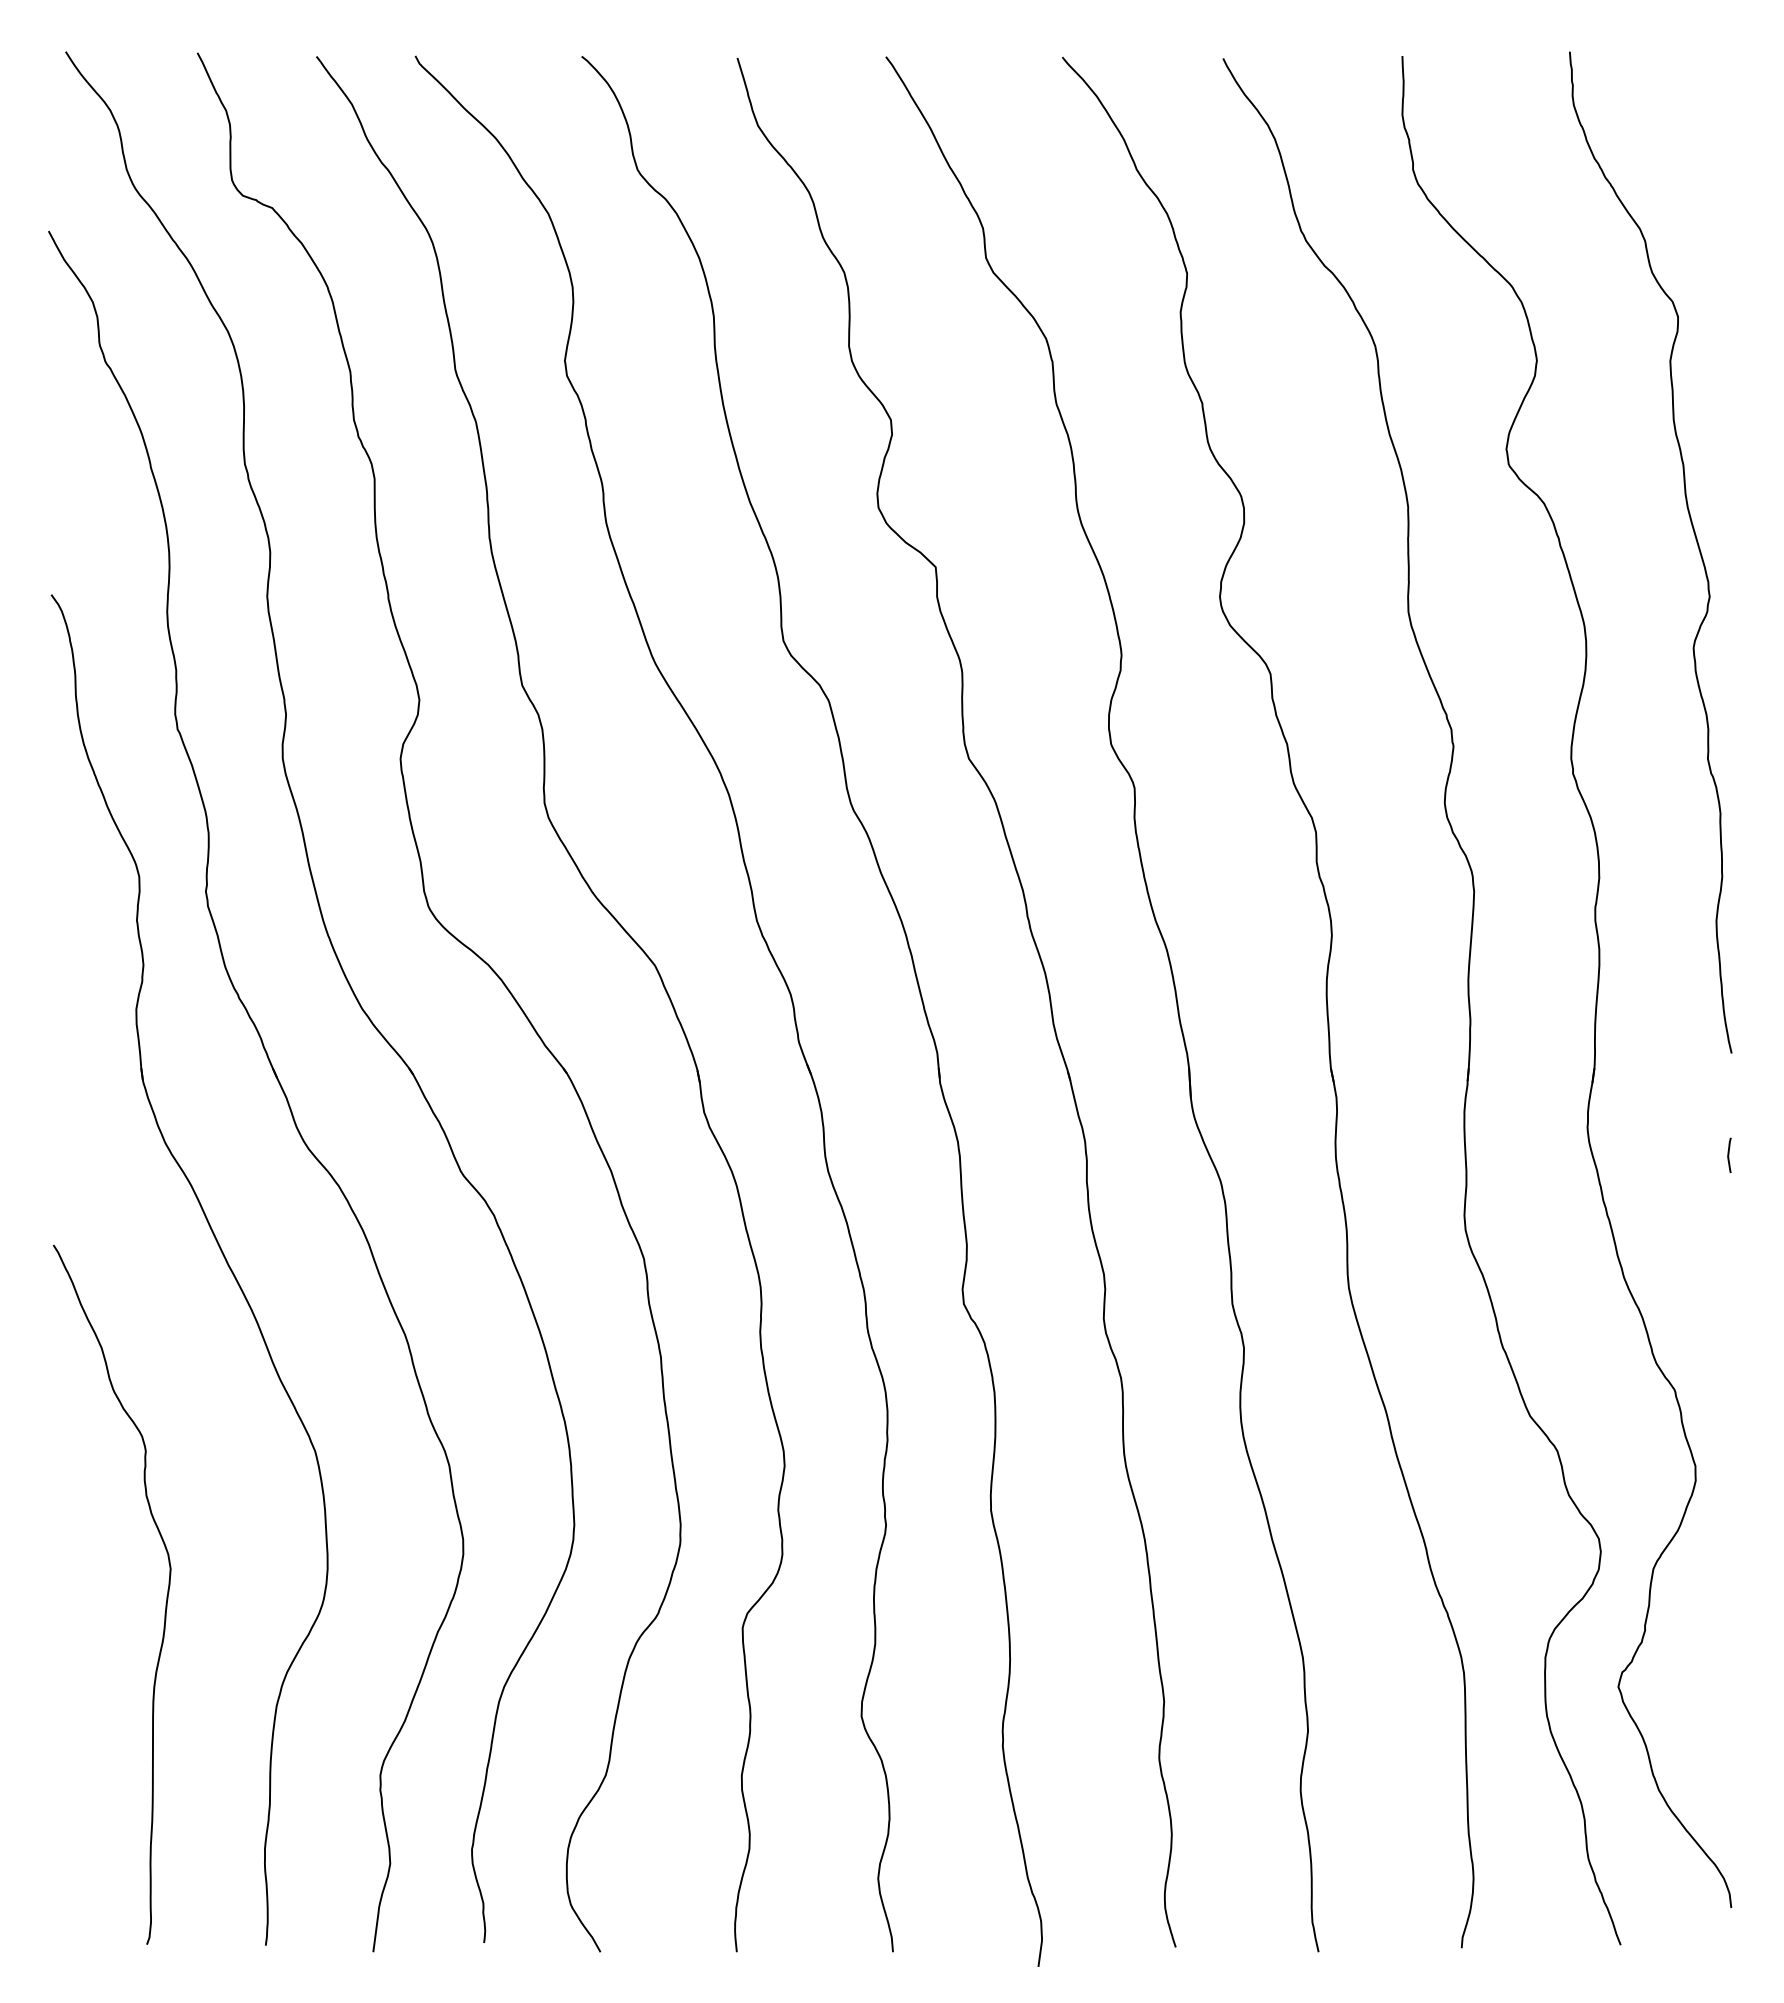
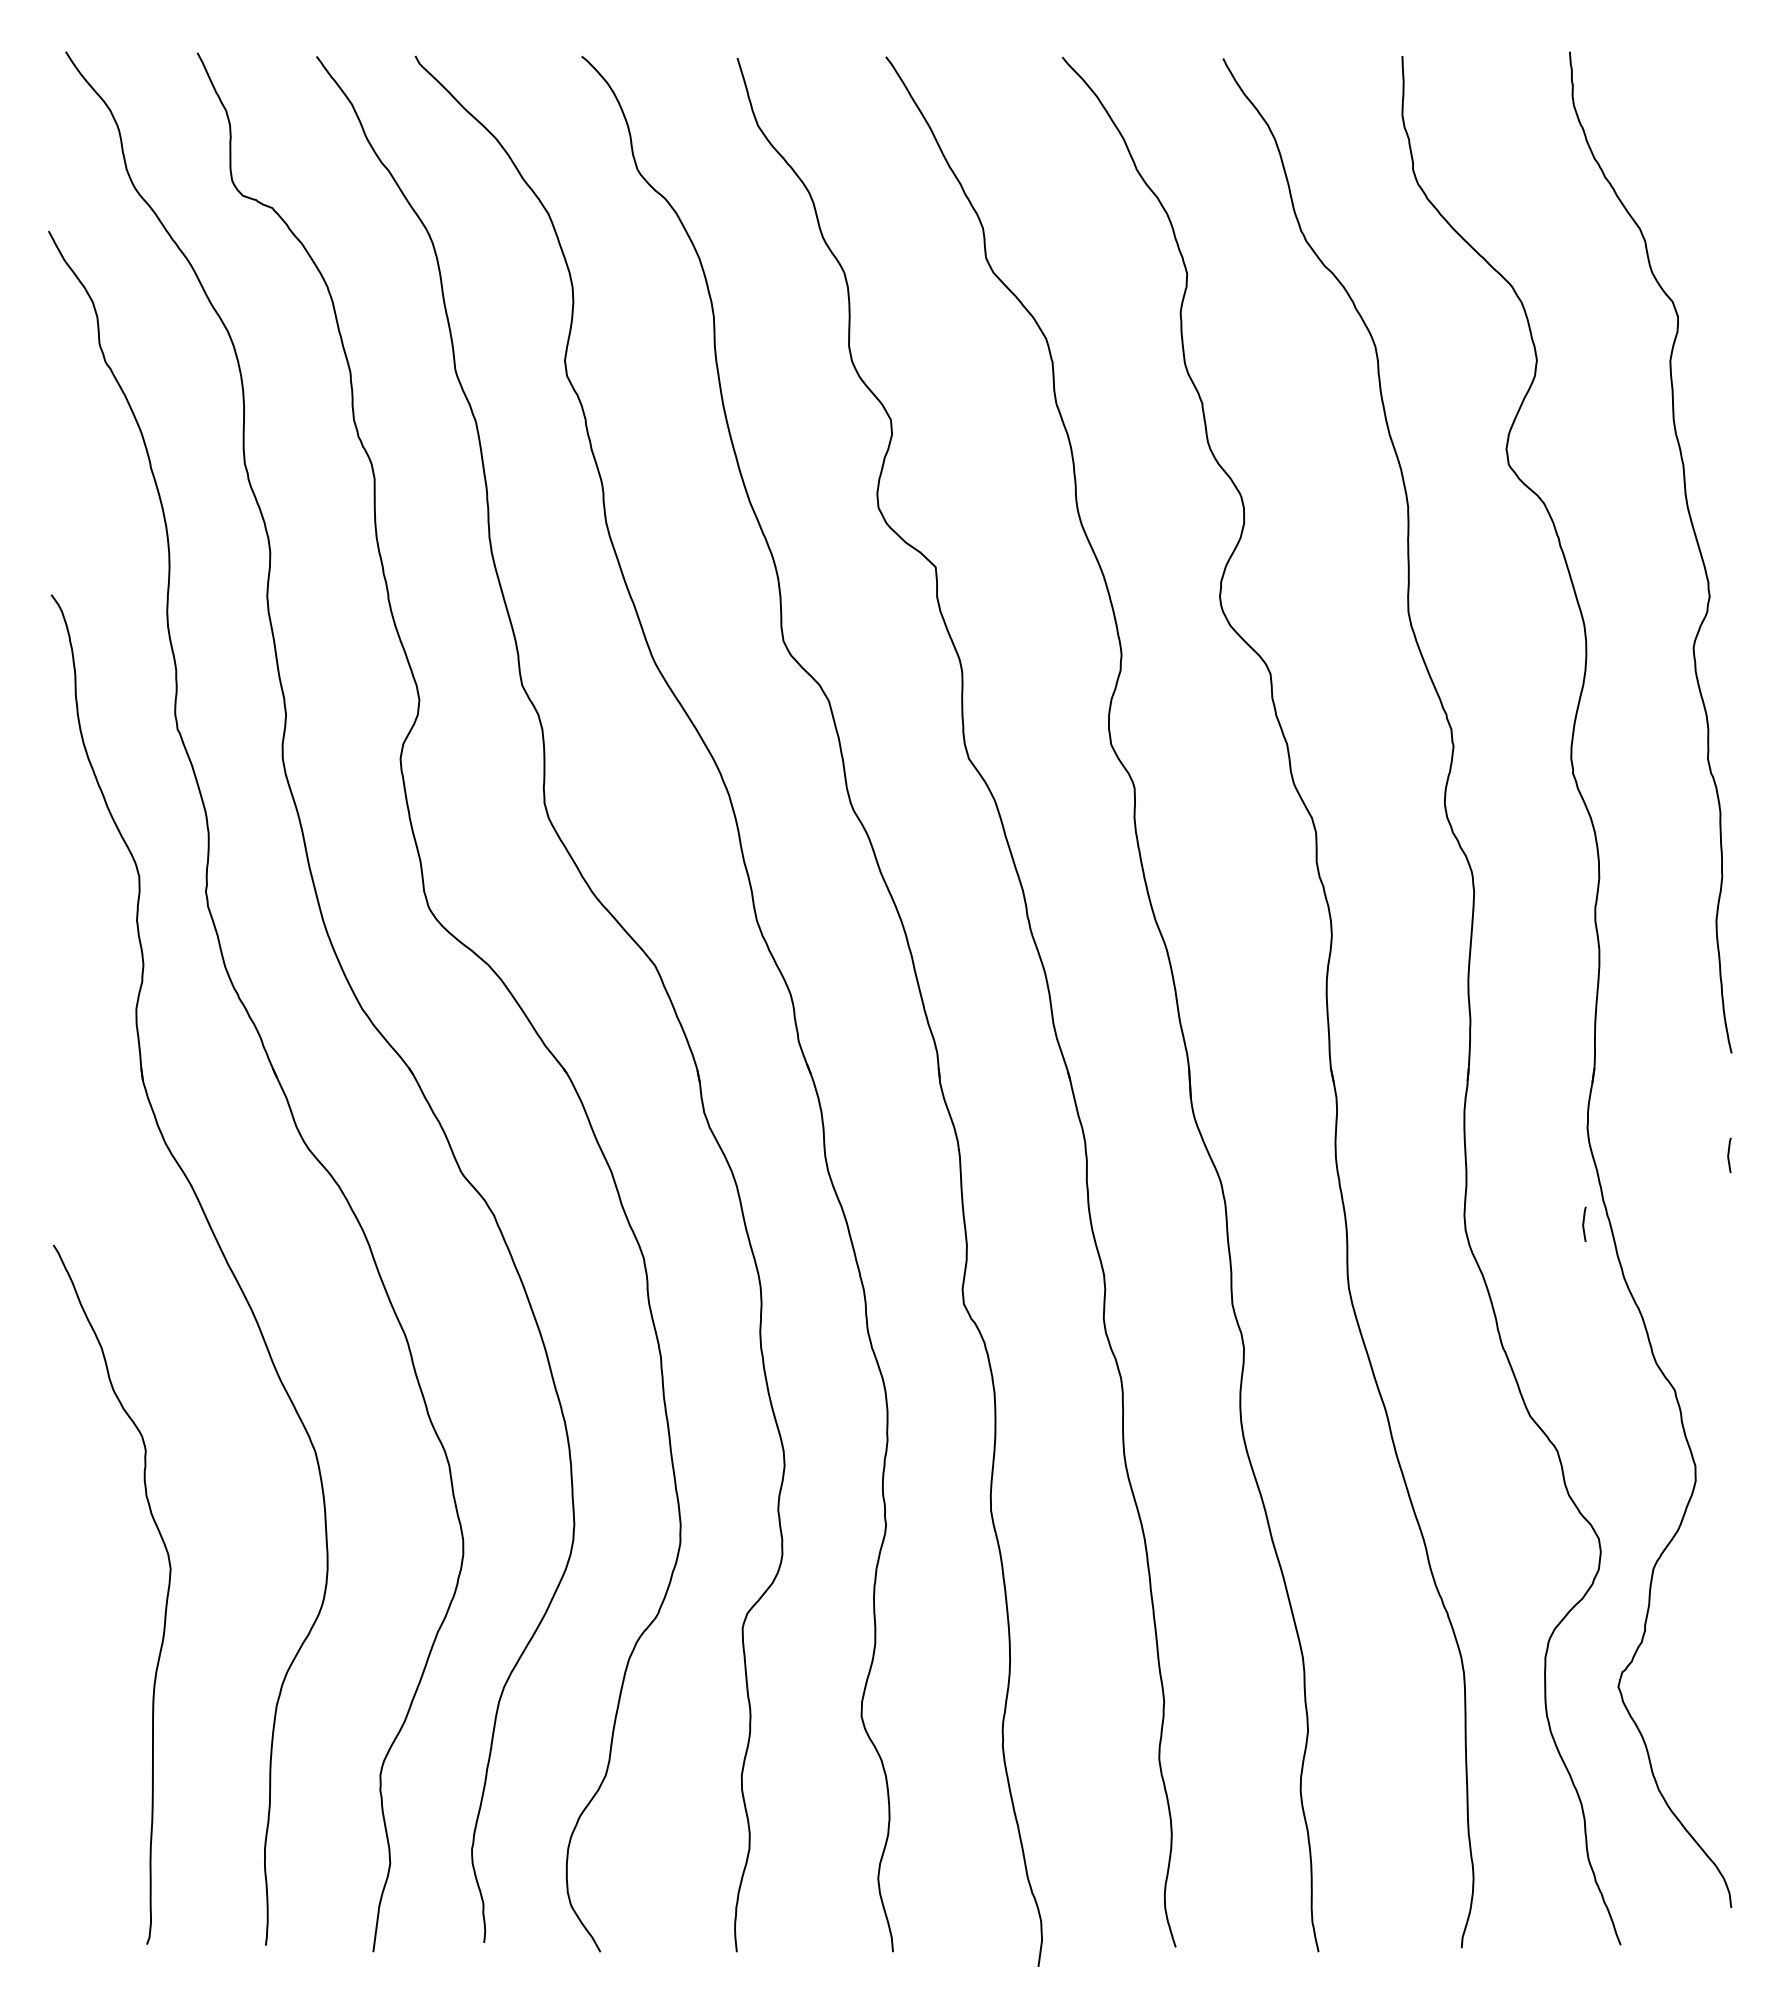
line at (1584, 1224): none -> present
